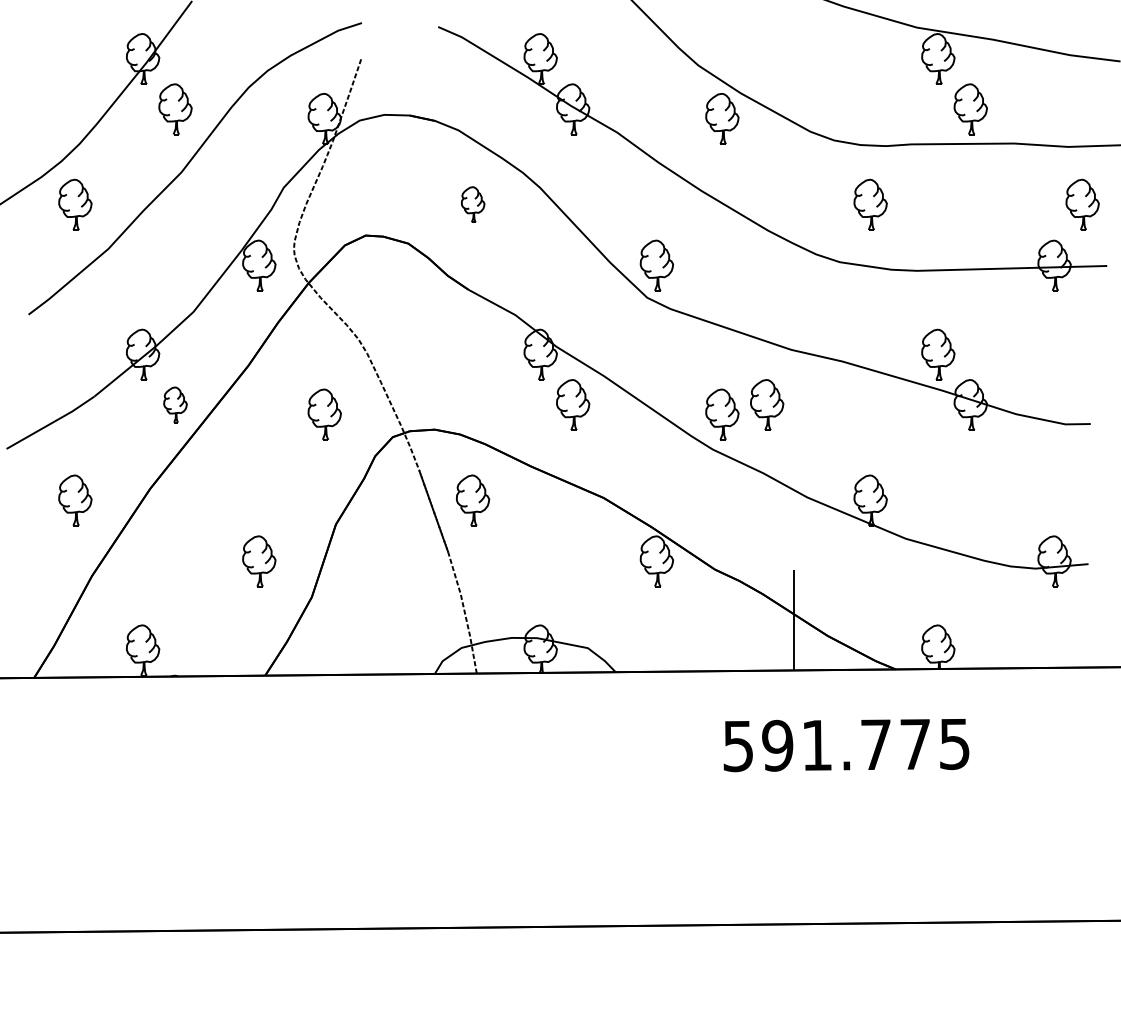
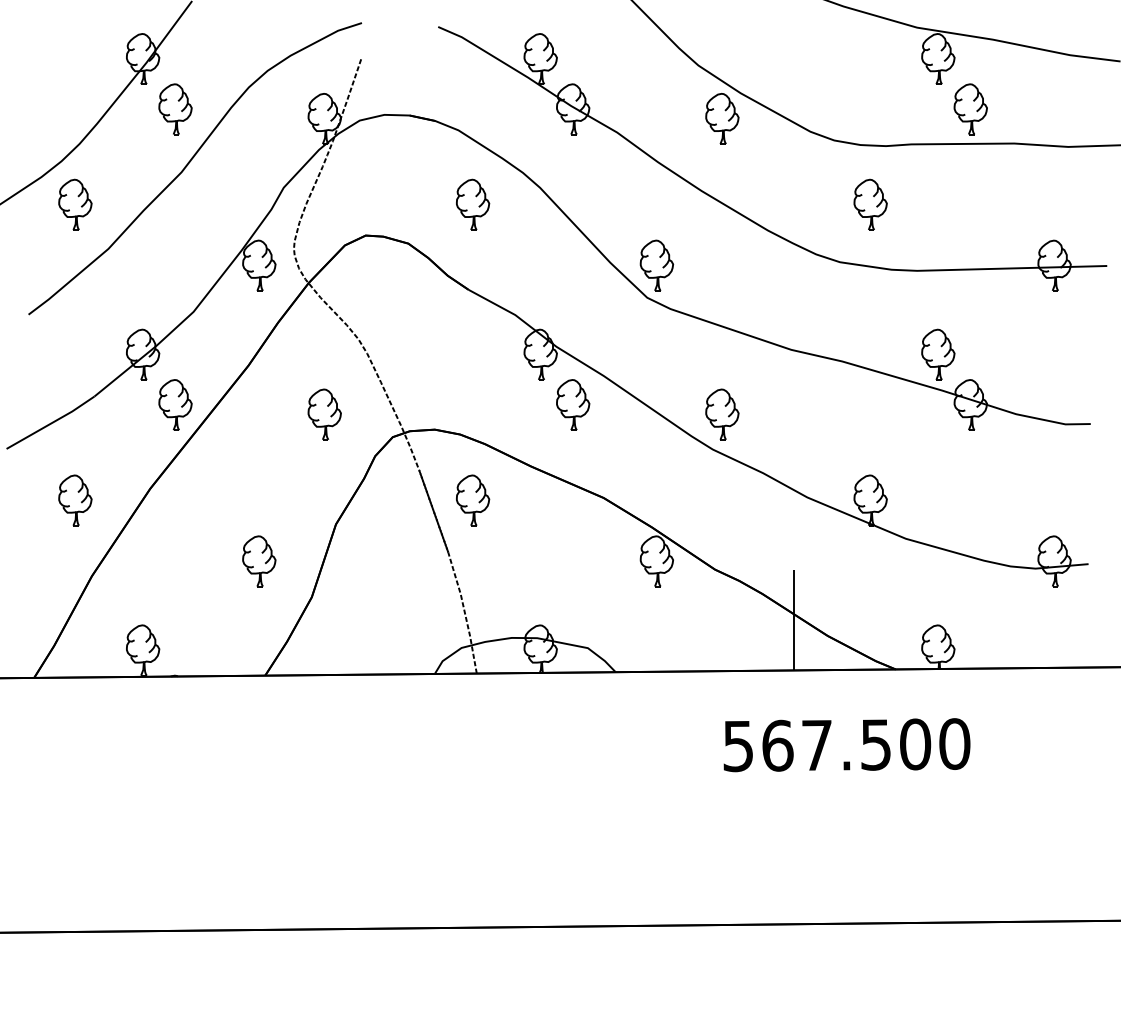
part at (473, 204) size: 25x37 px -> 35x53 px
part at (1082, 204): present -> none
part at (175, 404) size: 25x38 px -> 35x52 px
part at (767, 404): present -> none
text at (866, 744): 591.775 -> 567.500
